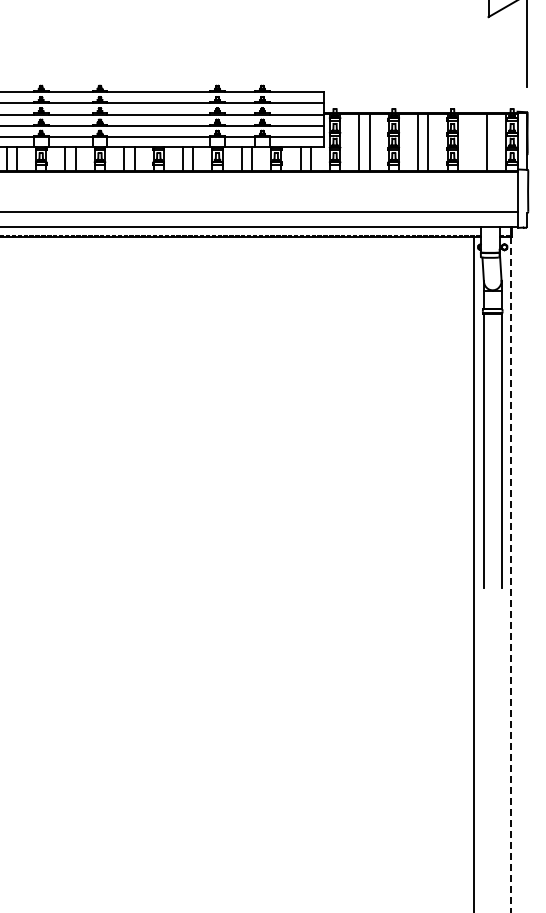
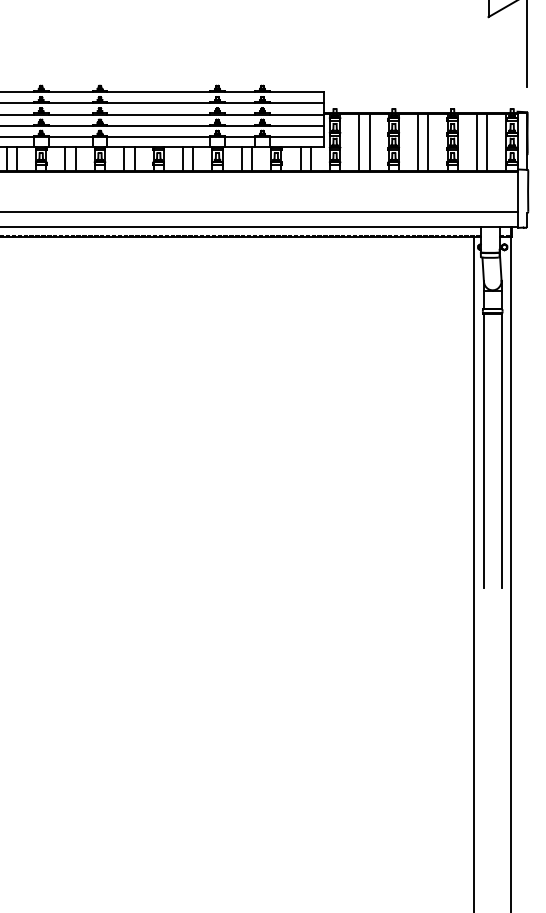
line at (476, 142): none -> present
line at (511, 574): dashed -> solid
